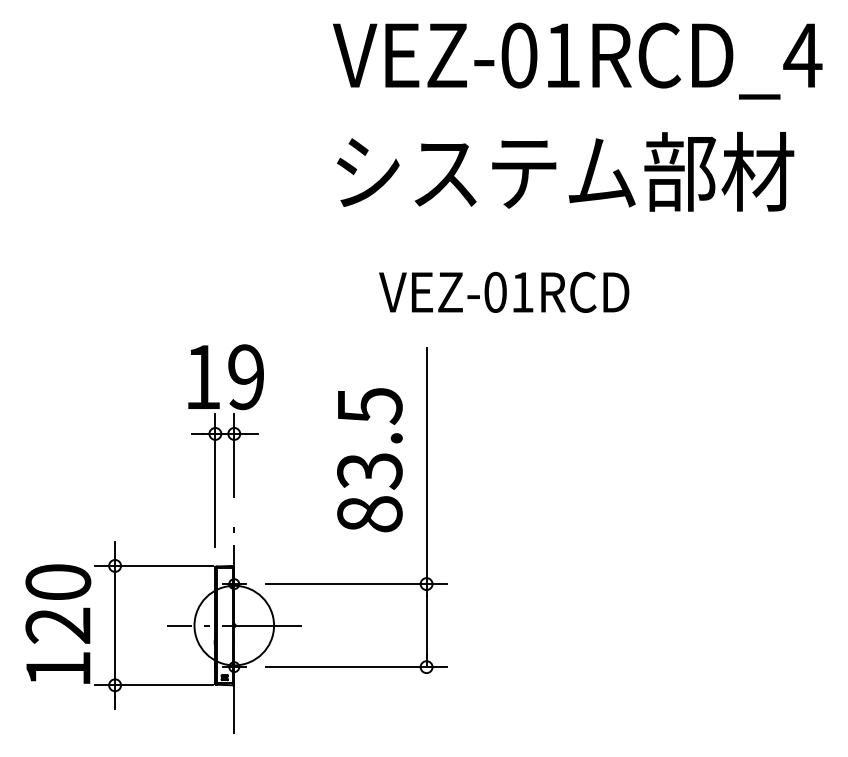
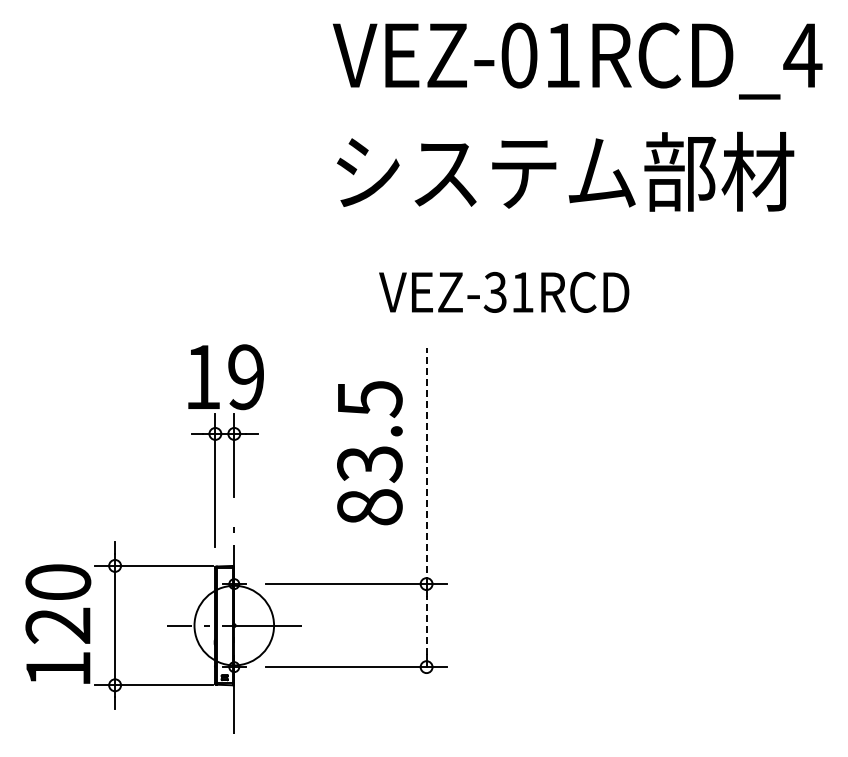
text at (494, 292): VEZ-01RCD -> VEZ-31RCD
text at (369, 460) position: (369, 460) -> (369, 453)
line at (426, 465): solid -> dashed
line at (426, 625): solid -> dashed
